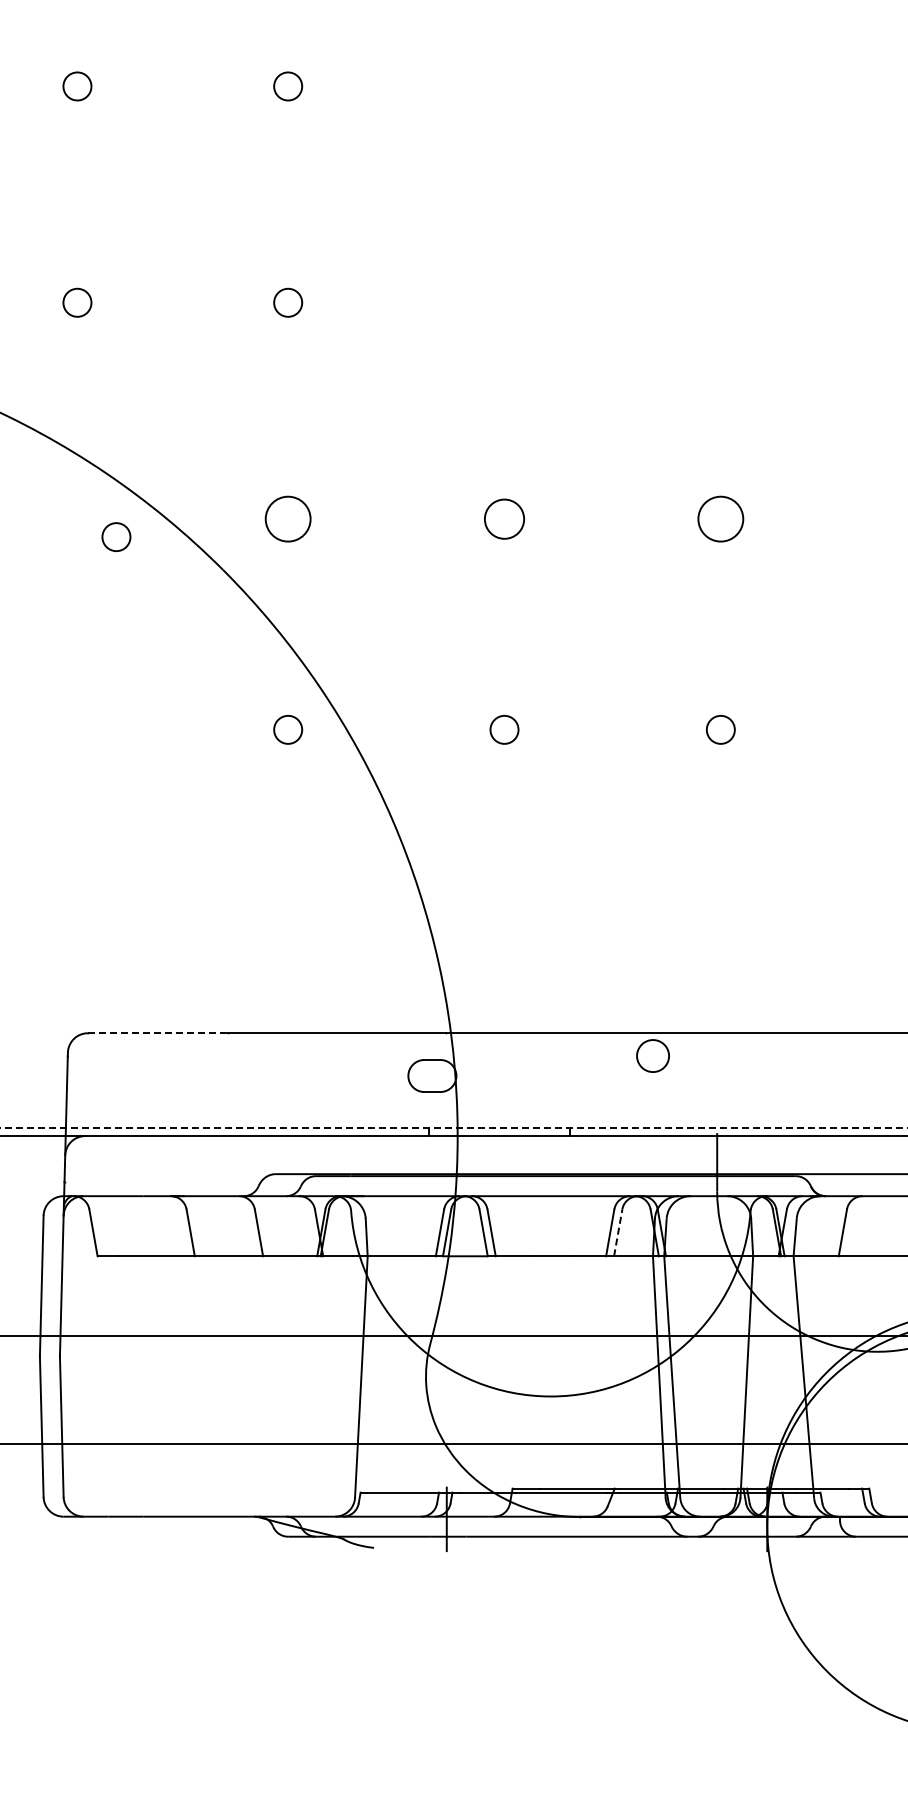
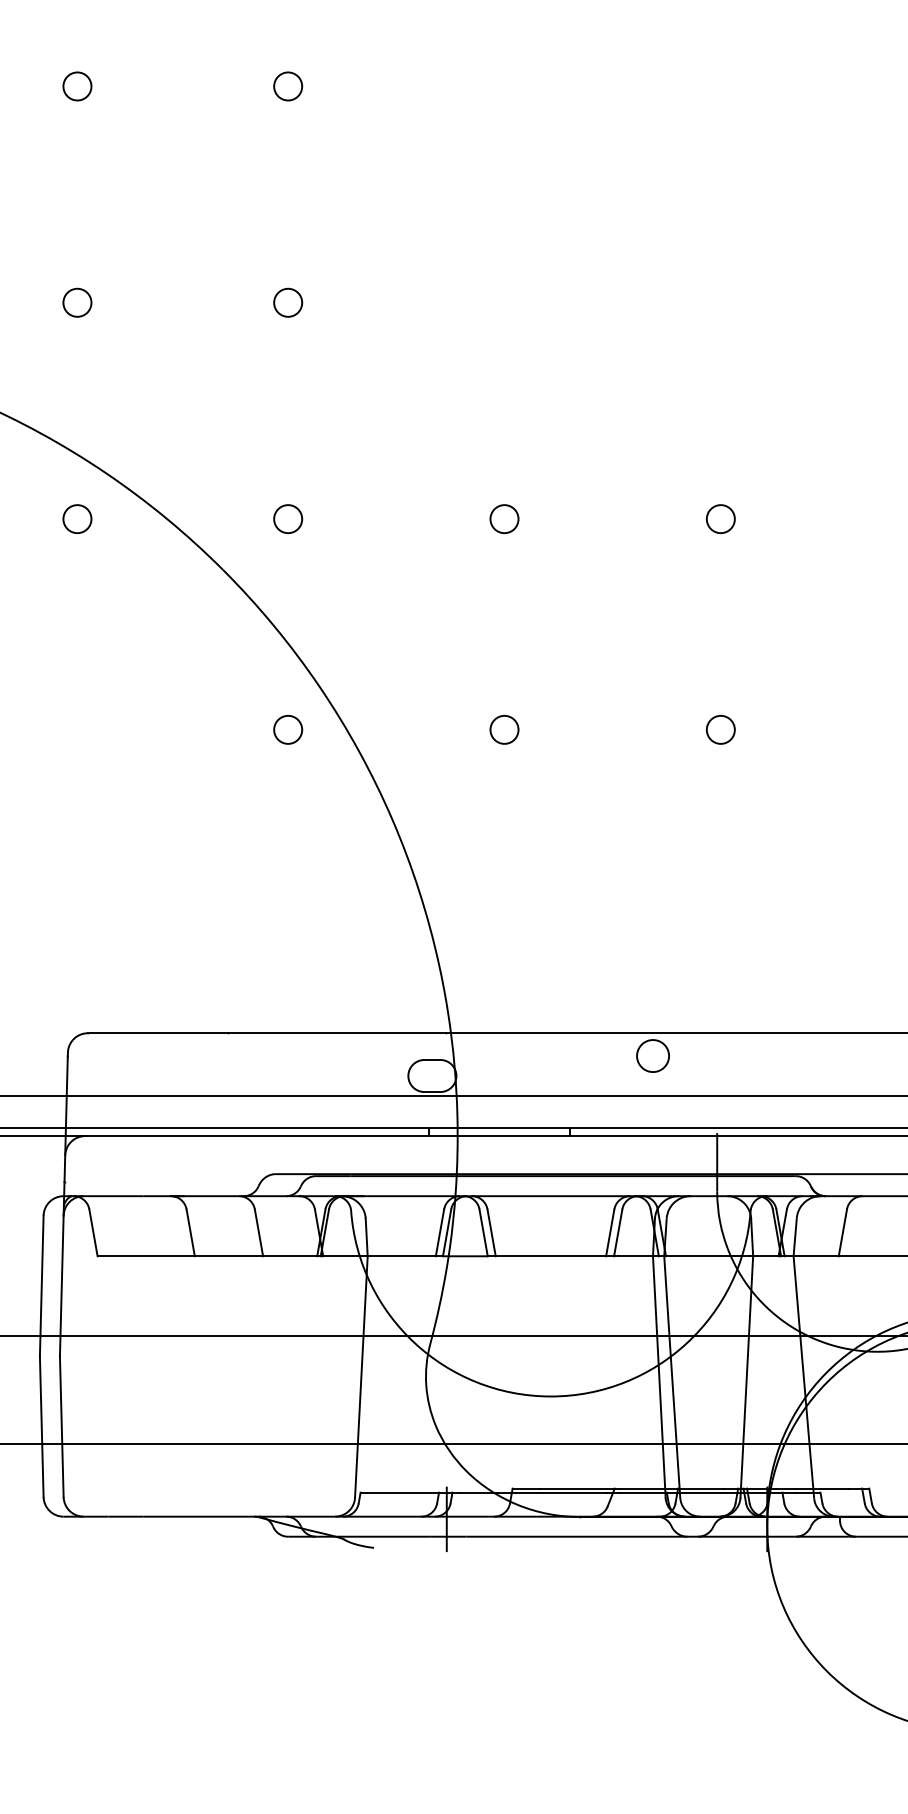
circle at (287, 518) diameter: 45 px -> 28 px
circle at (504, 518) size: 41x42 px -> 31x30 px
circle at (720, 518) diameter: 45 px -> 28 px
circle at (116, 536) position: (116, 536) -> (77, 518)
line at (158, 1033): dashed -> solid
line at (453, 1096): none -> present
line at (453, 1128): dashed -> solid
line at (618, 1232): dashed -> solid
